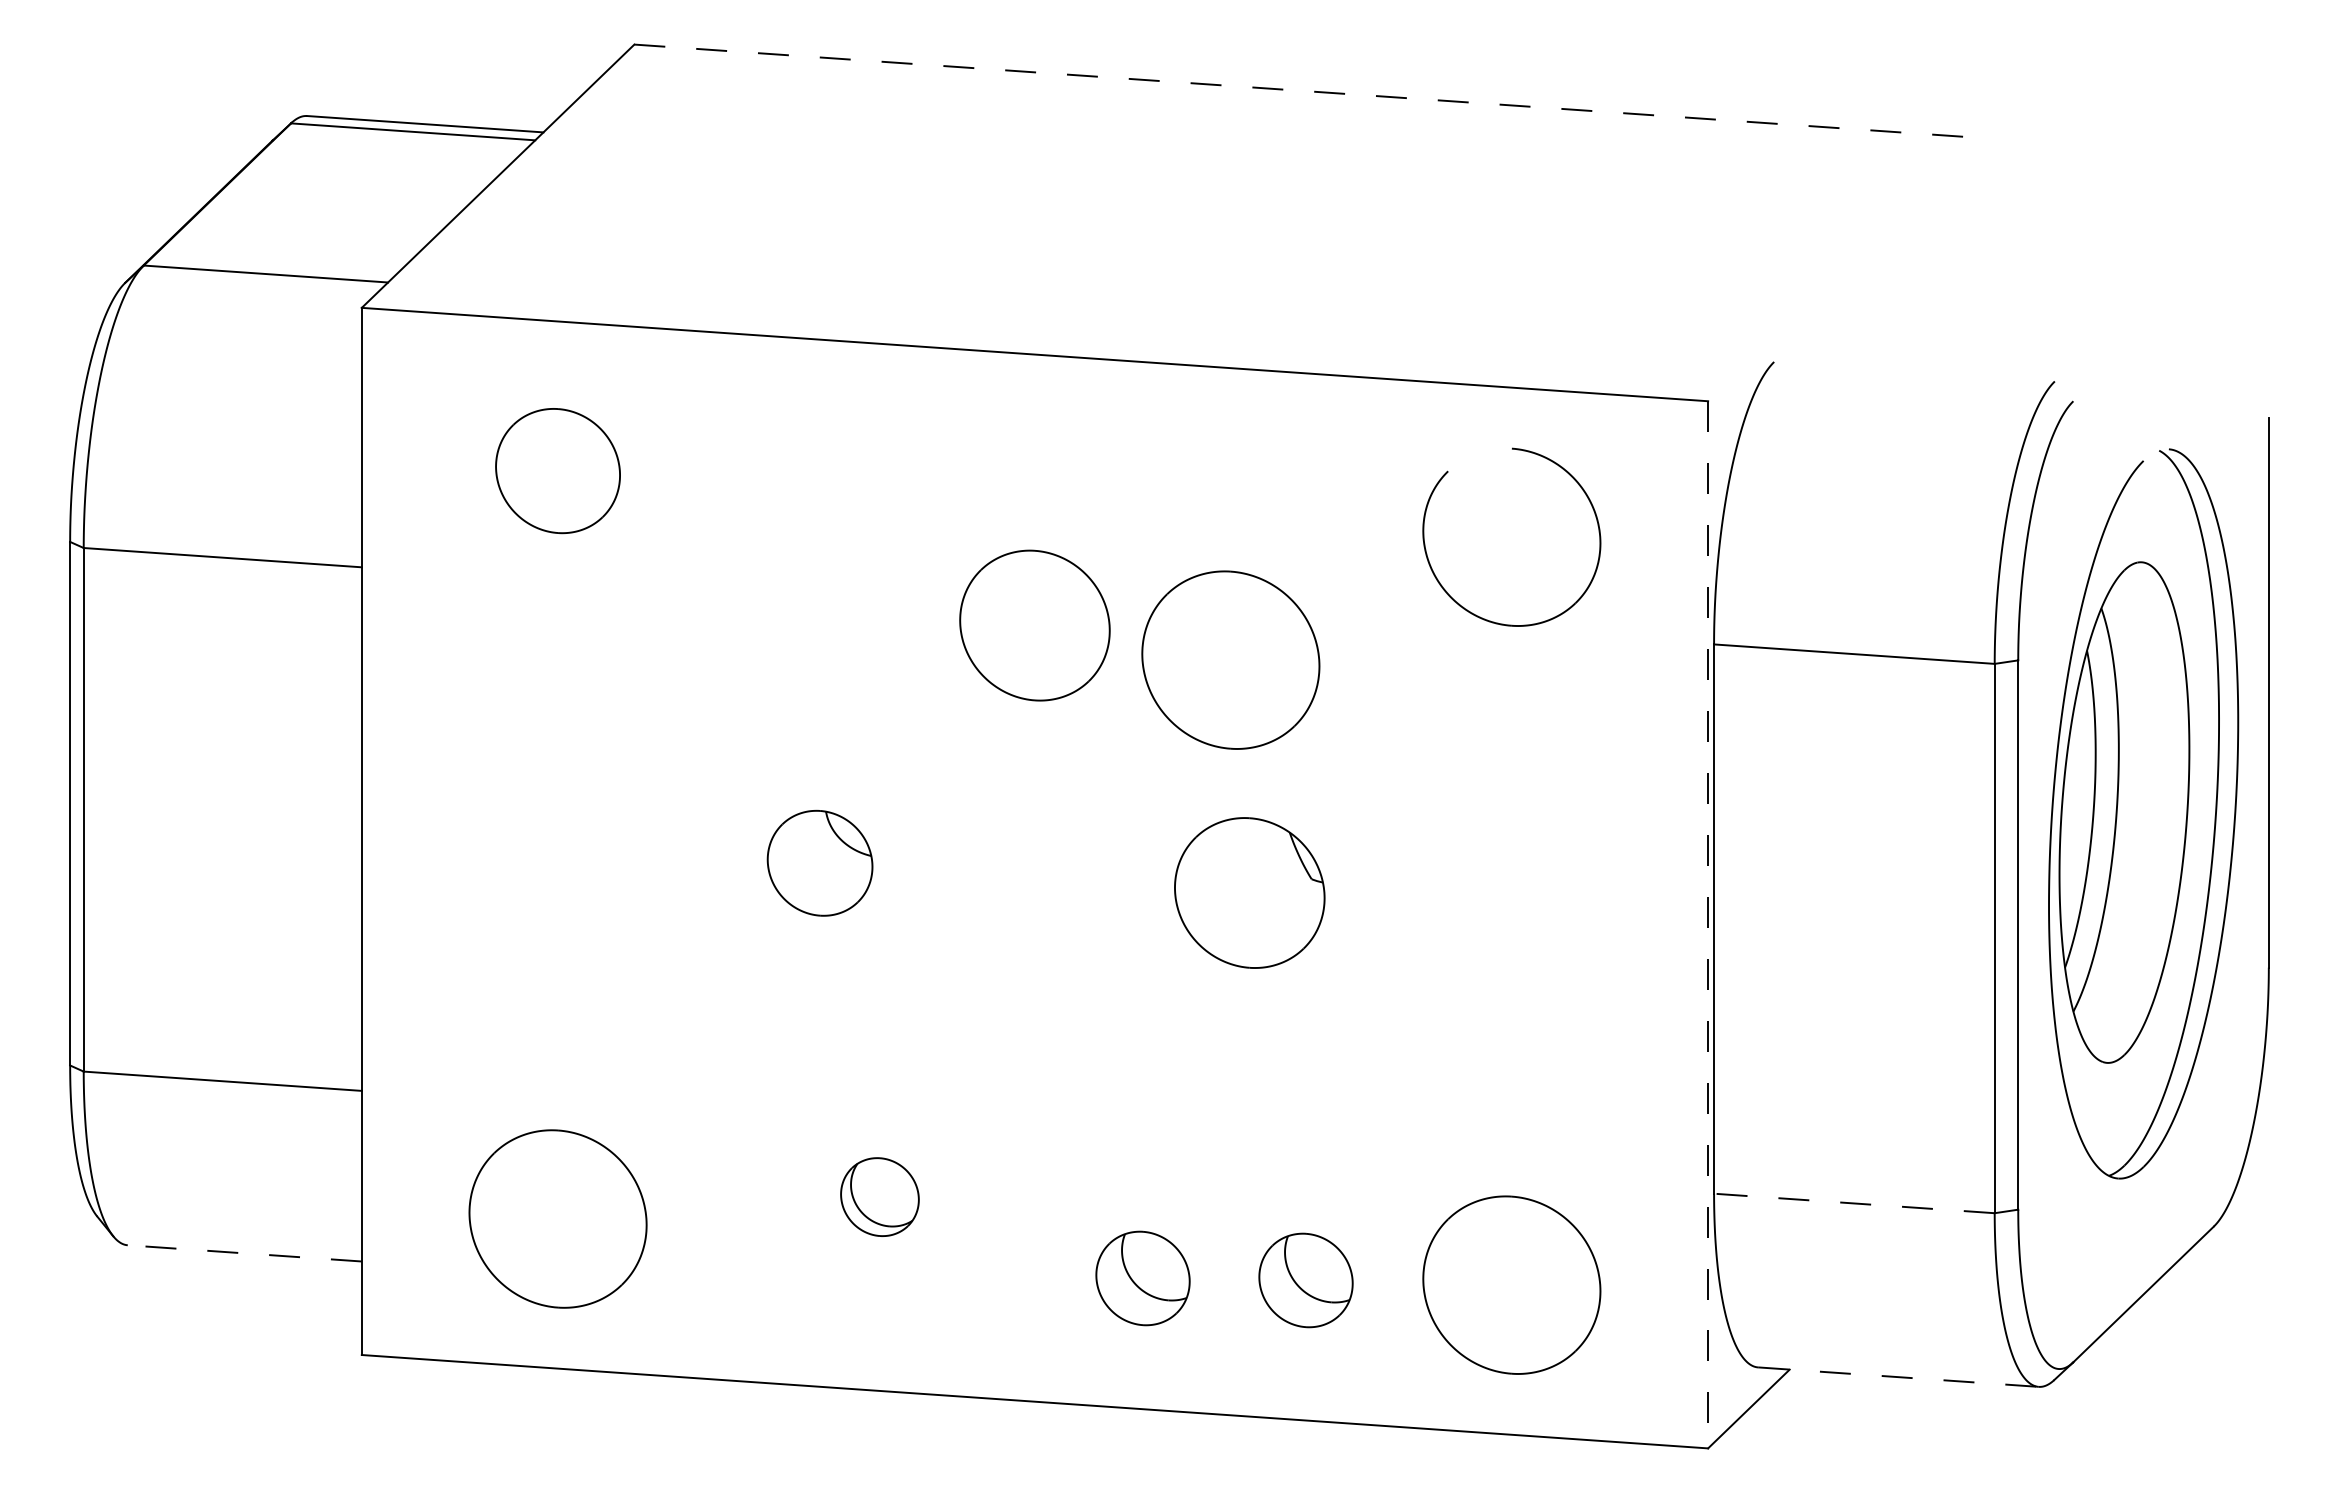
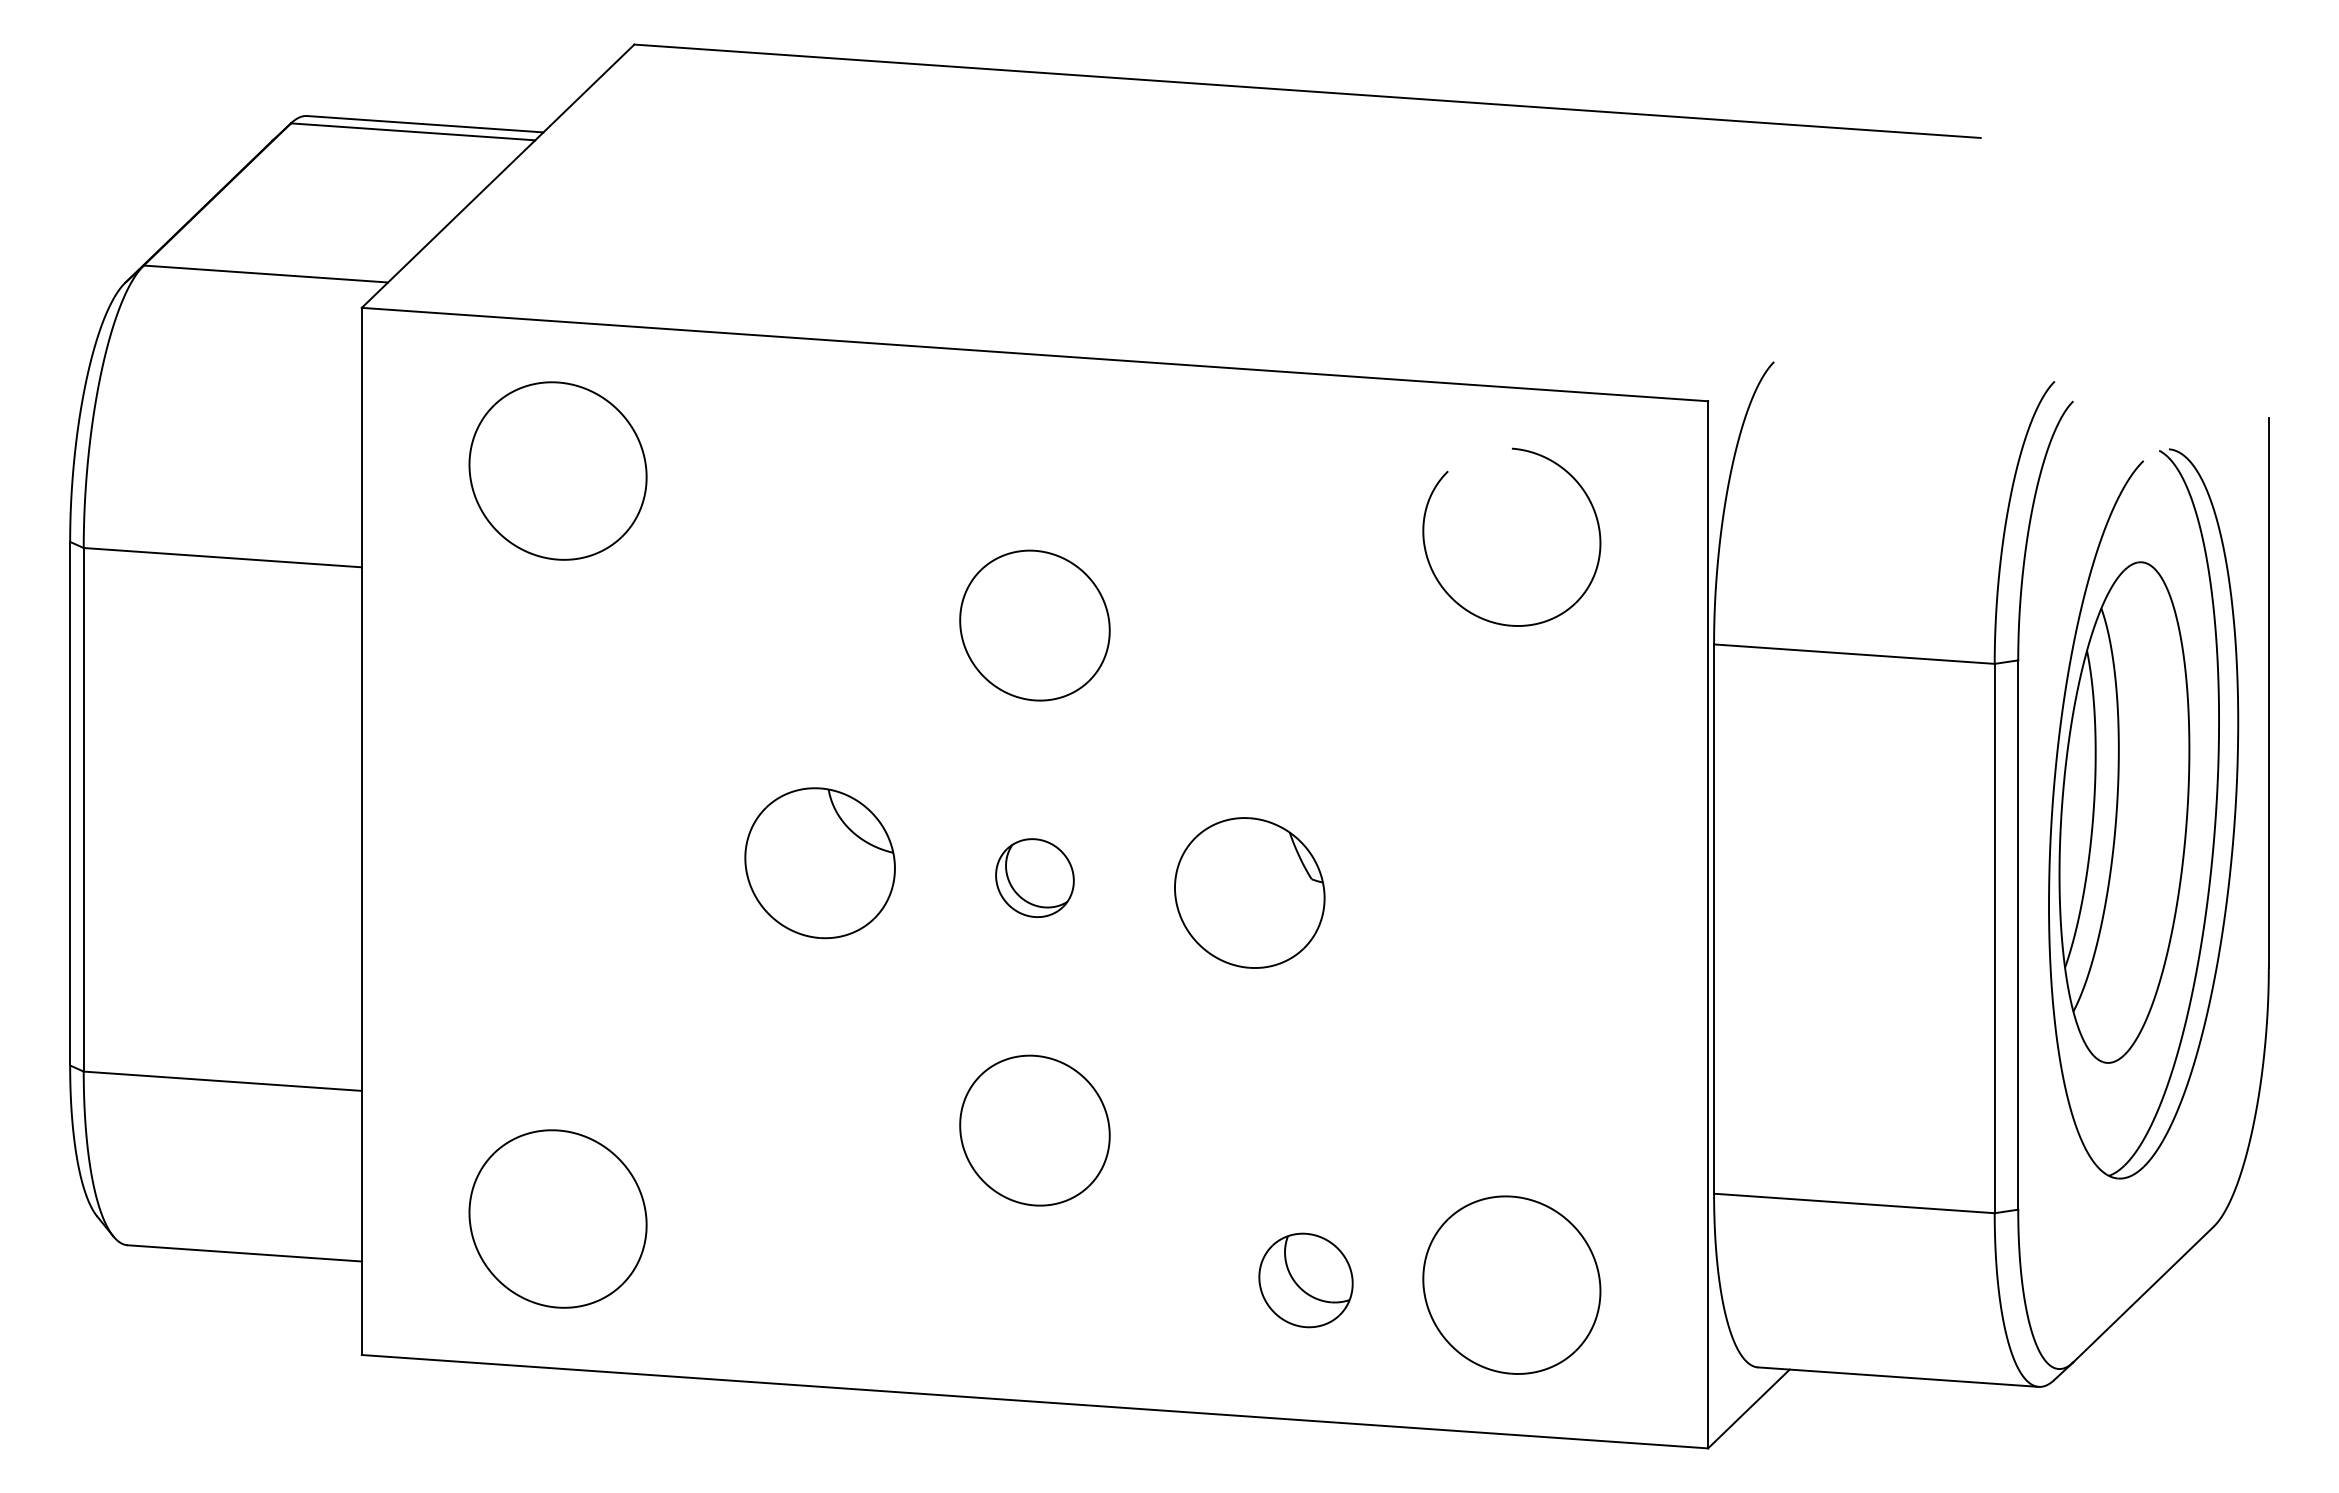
line at (1307, 91): dashed -> solid
part at (557, 471) size: 126x127 px -> 180x180 px
part at (1230, 659): present -> none
part at (819, 862) size: 108x108 px -> 152x153 px
line at (1708, 924): dashed -> solid
part at (1034, 1130): none -> present
part at (879, 1196) position: (879, 1196) -> (1034, 877)
line at (1854, 1203): dashed -> solid
line at (244, 1253): dashed -> solid
part at (1142, 1278): present -> none
line at (1898, 1377): dashed -> solid
